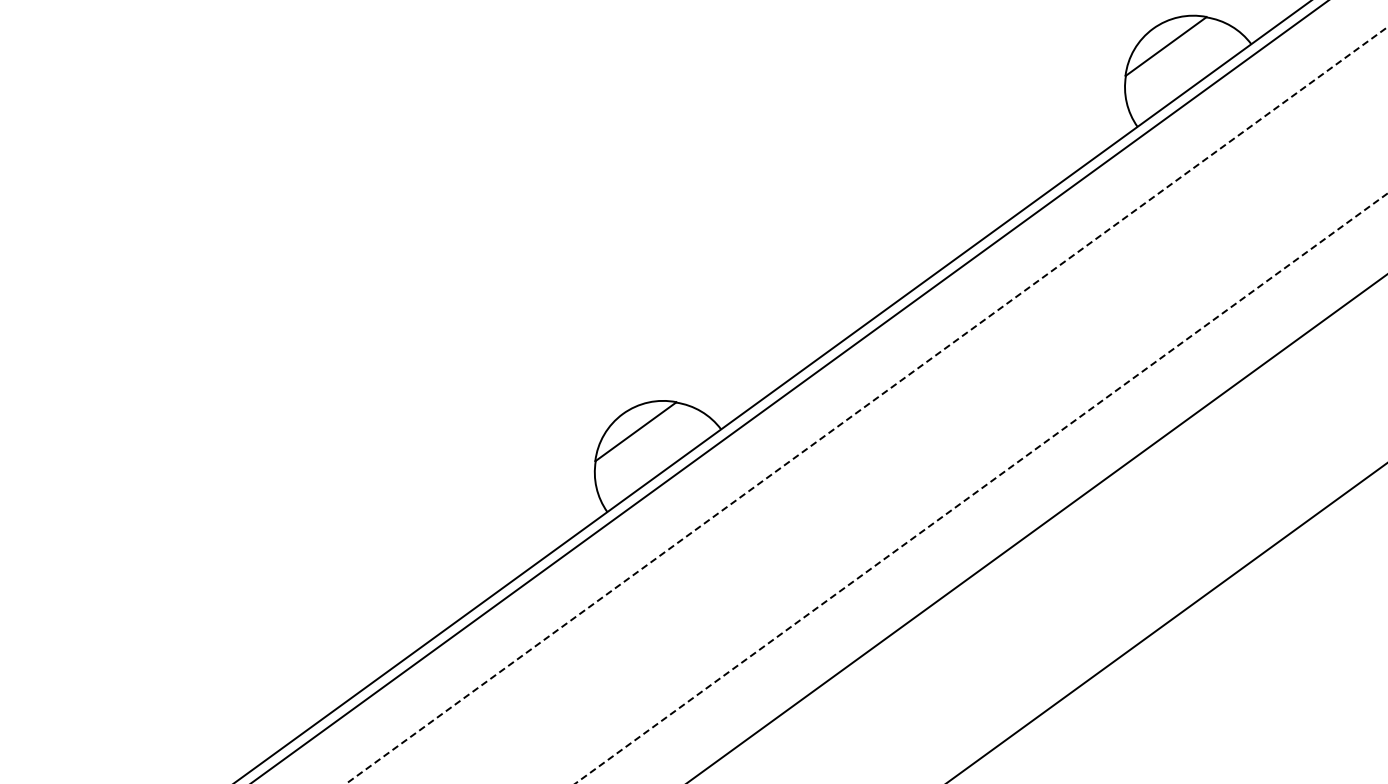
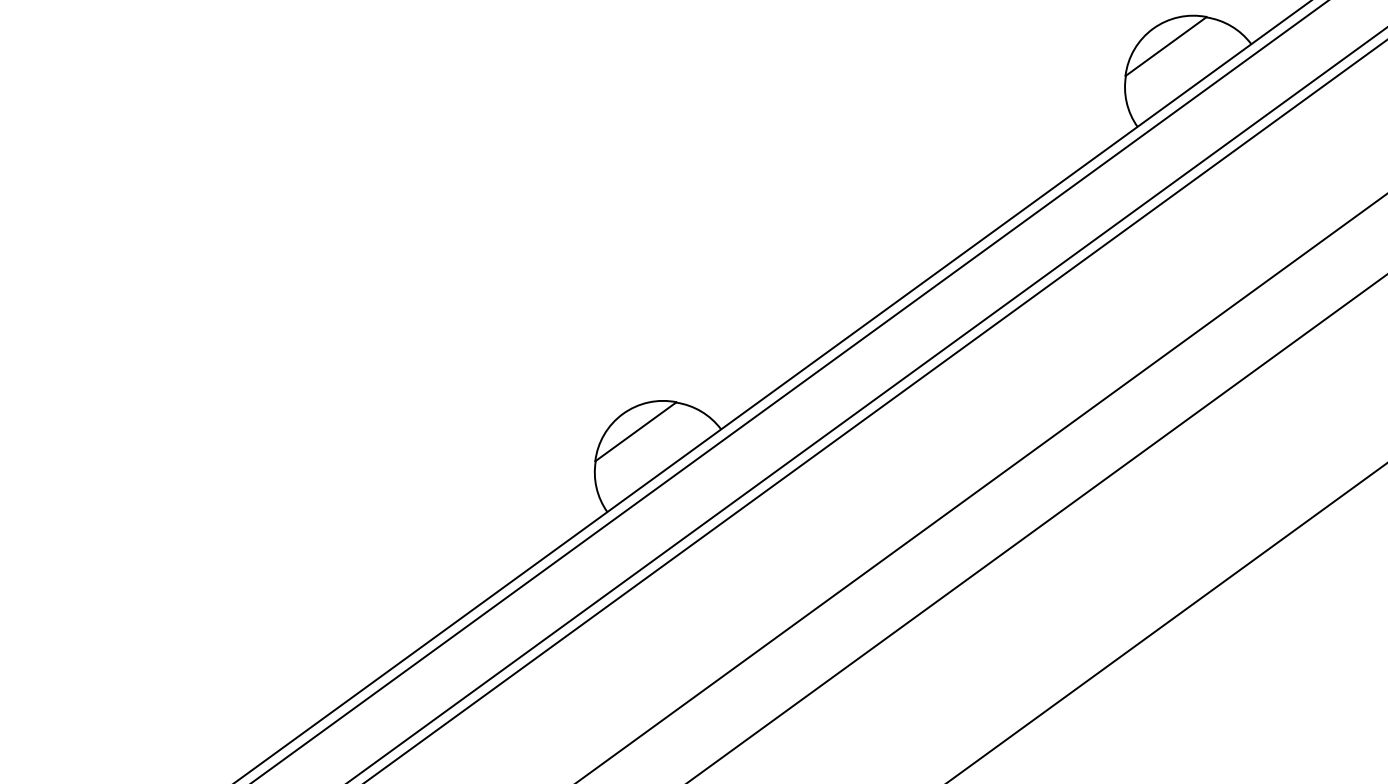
line at (866, 405): dashed -> solid
line at (875, 410): none -> present
line at (981, 488): dashed -> solid
